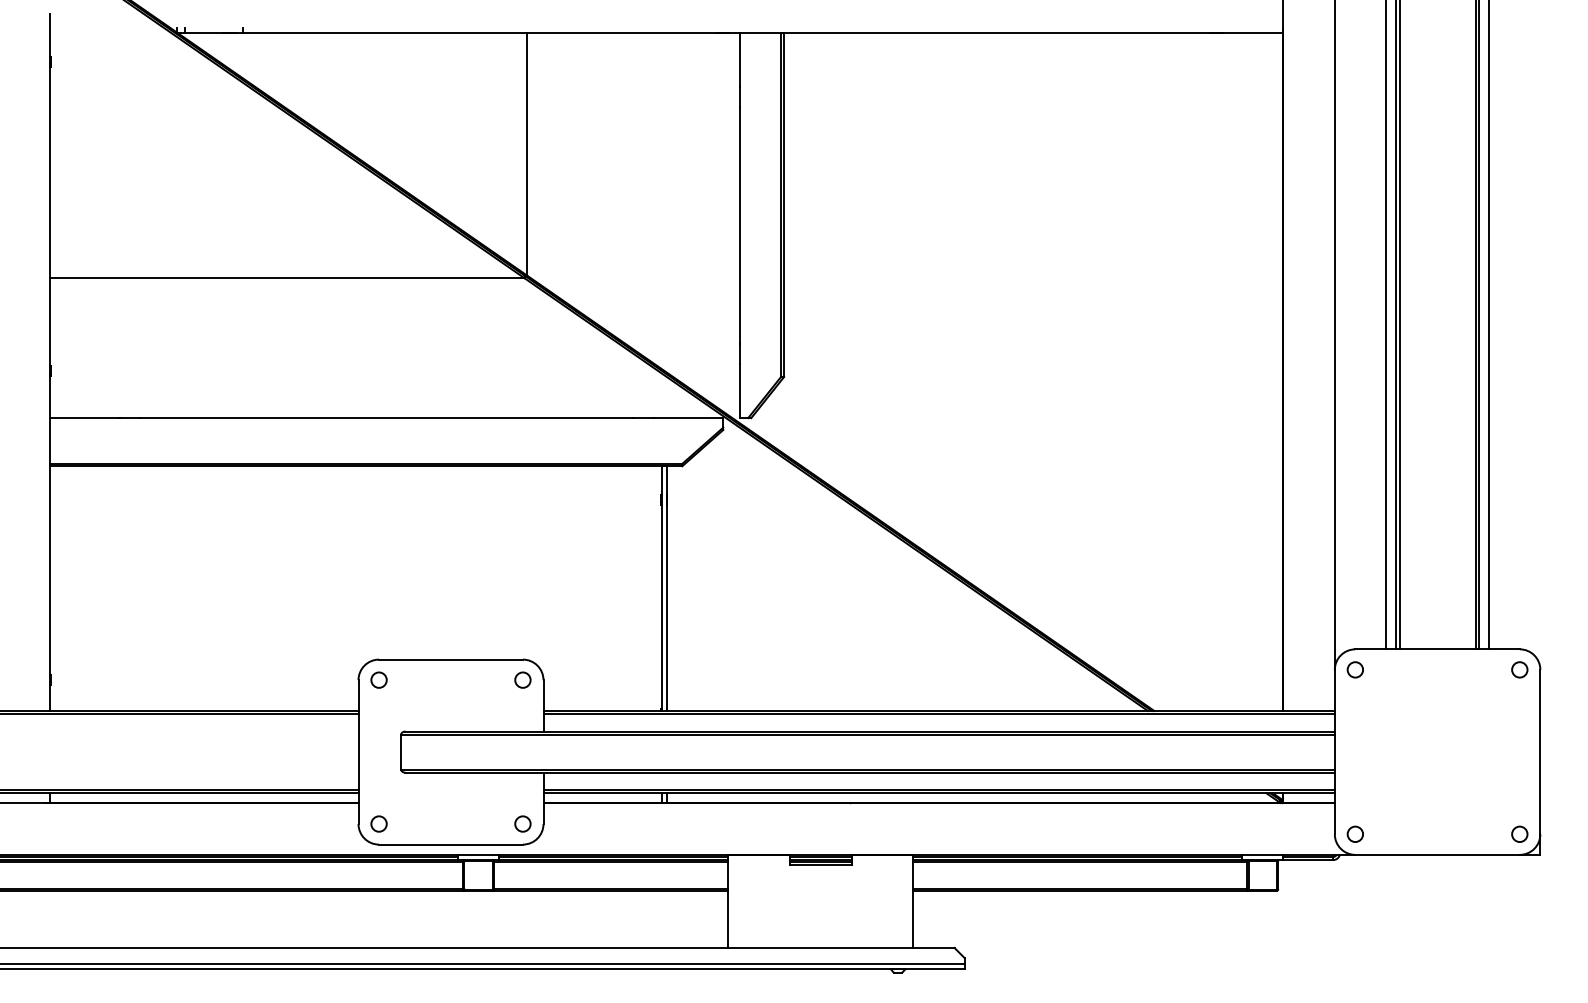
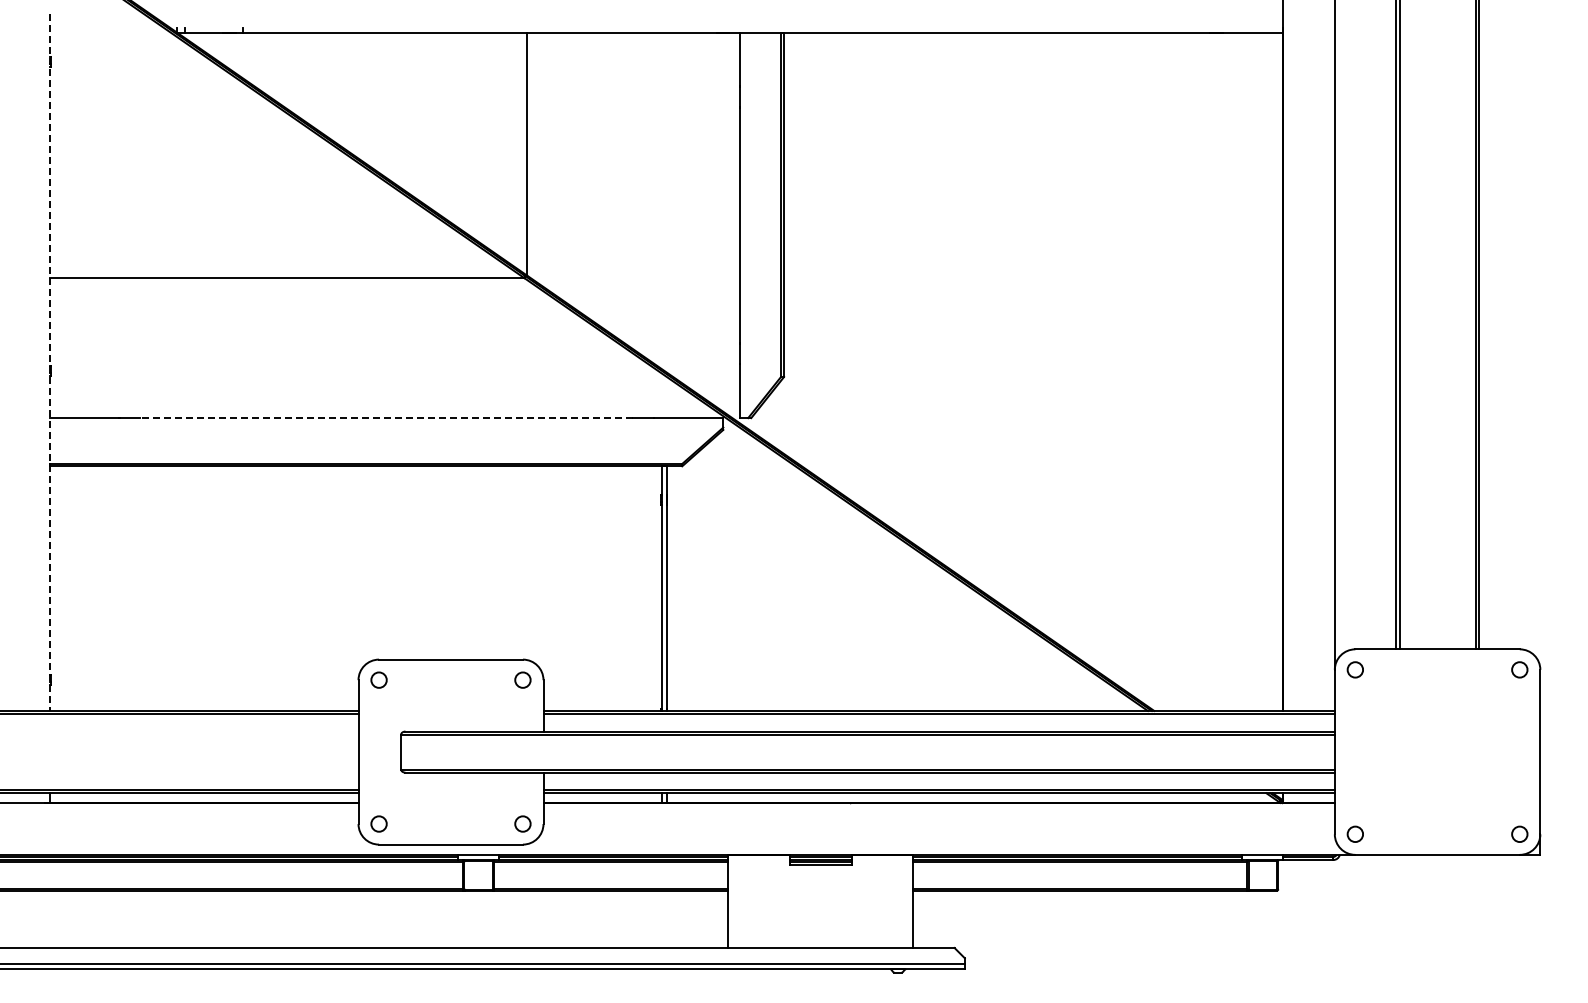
line at (1386, 325): present -> none
line at (1488, 325): present -> none
line at (50, 362): solid -> dashed
line at (386, 418): solid -> dashed
